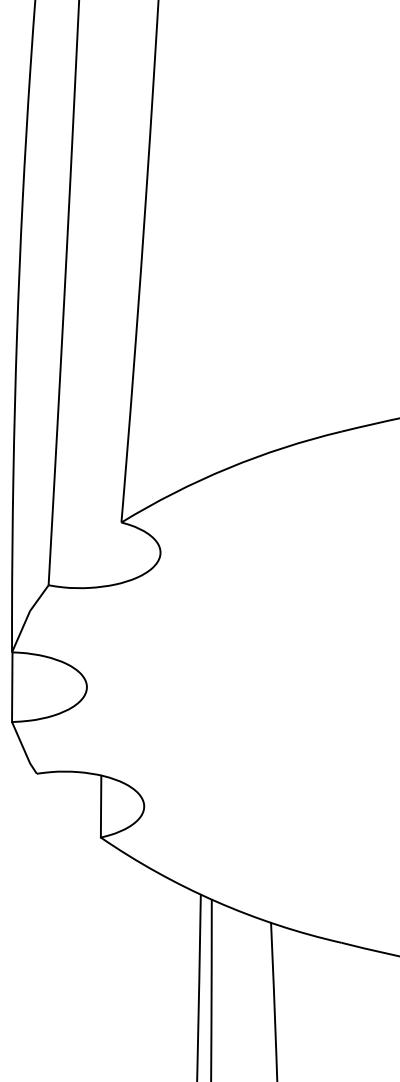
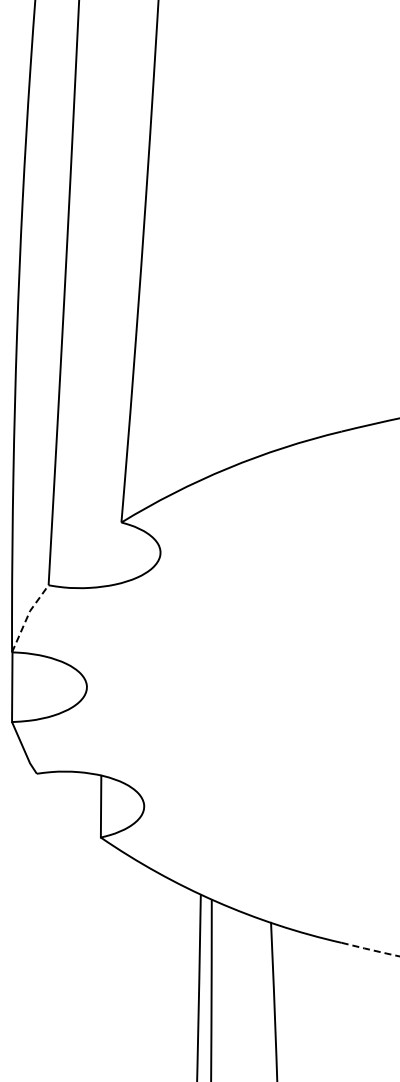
line at (27, 616): solid -> dashed
arc at (370, 949): solid -> dashed
